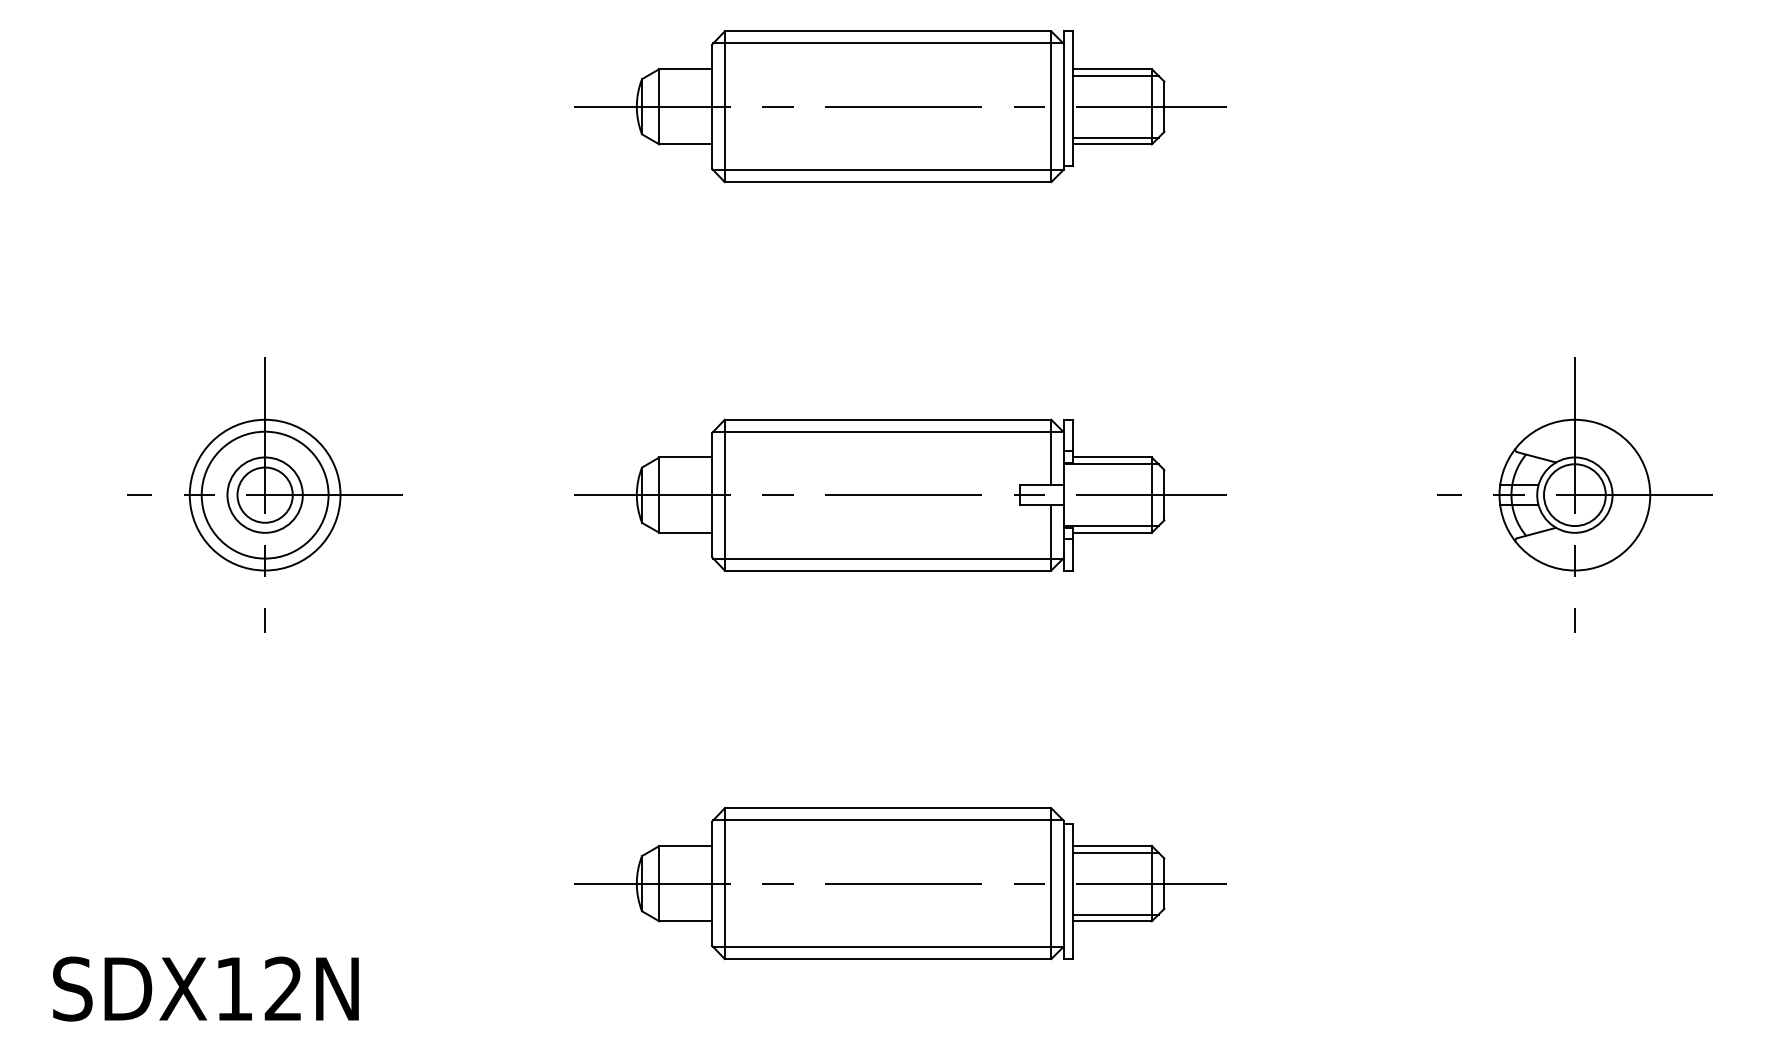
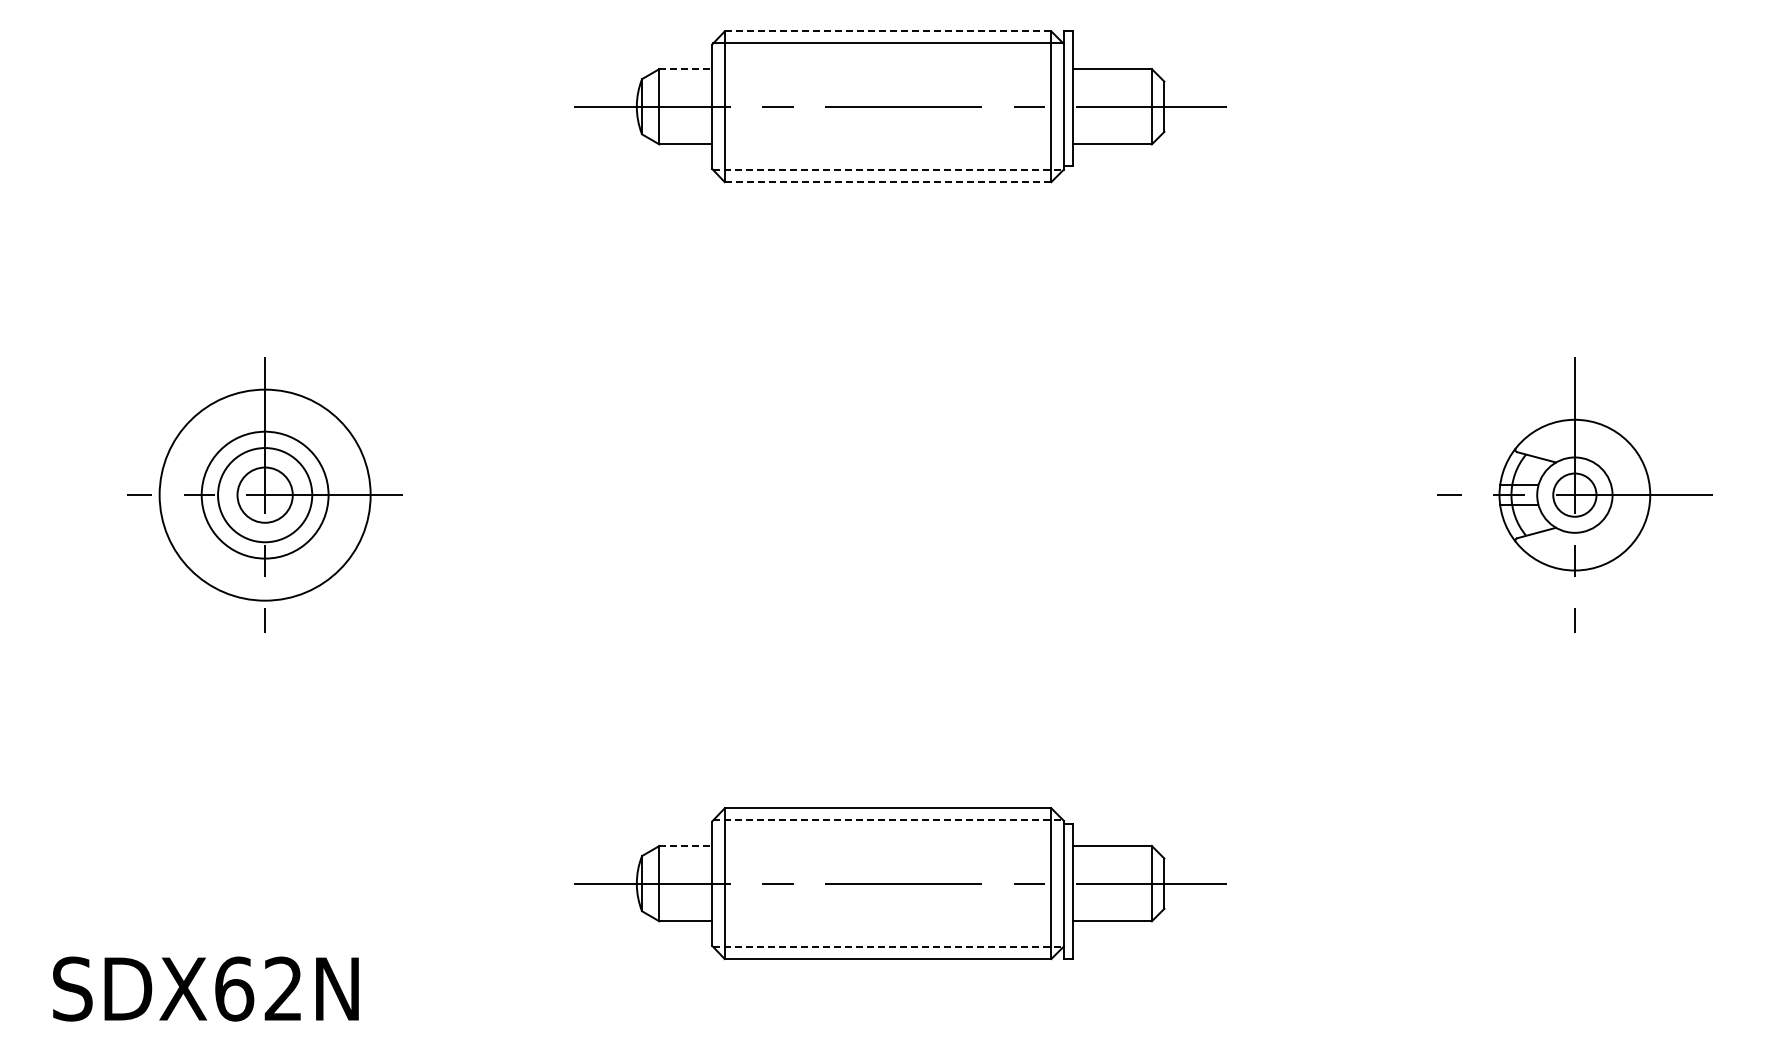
line at (888, 31): solid -> dashed
line at (686, 69): solid -> dashed
line at (1115, 75): present -> none
line at (1115, 137): present -> none
line at (888, 170): solid -> dashed
line at (888, 182): solid -> dashed
circle at (264, 494) diameter: 151 px -> 211 px
circle at (264, 494) diameter: 75 px -> 94 px
part at (900, 494): present -> none
circle at (1574, 495) diameter: 62 px -> 43 px
line at (888, 820): solid -> dashed
line at (686, 845): solid -> dashed
line at (1115, 852): present -> none
line at (1115, 914): present -> none
line at (888, 947): solid -> dashed
text at (234, 988): SDX12N -> SDX62N
